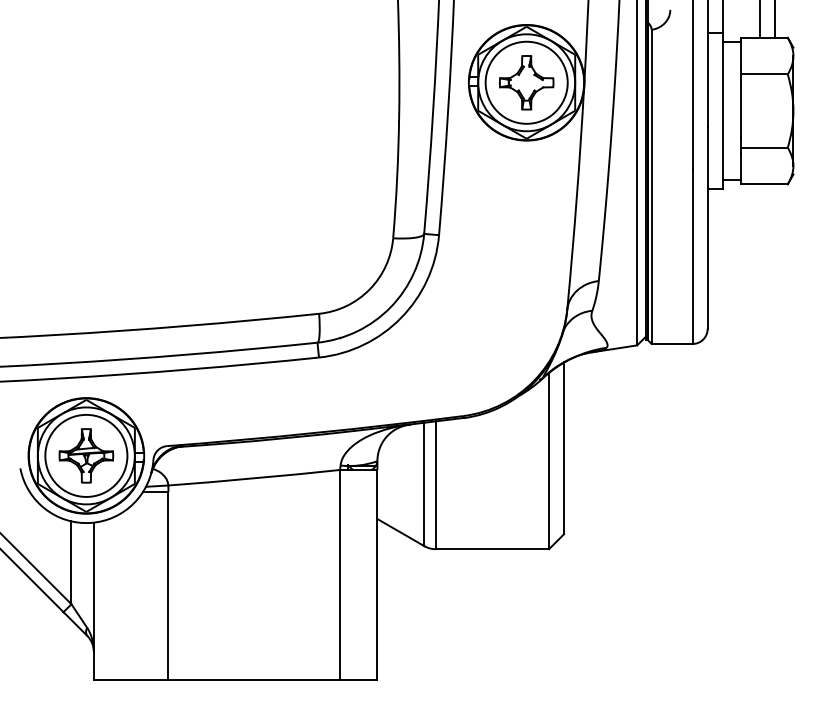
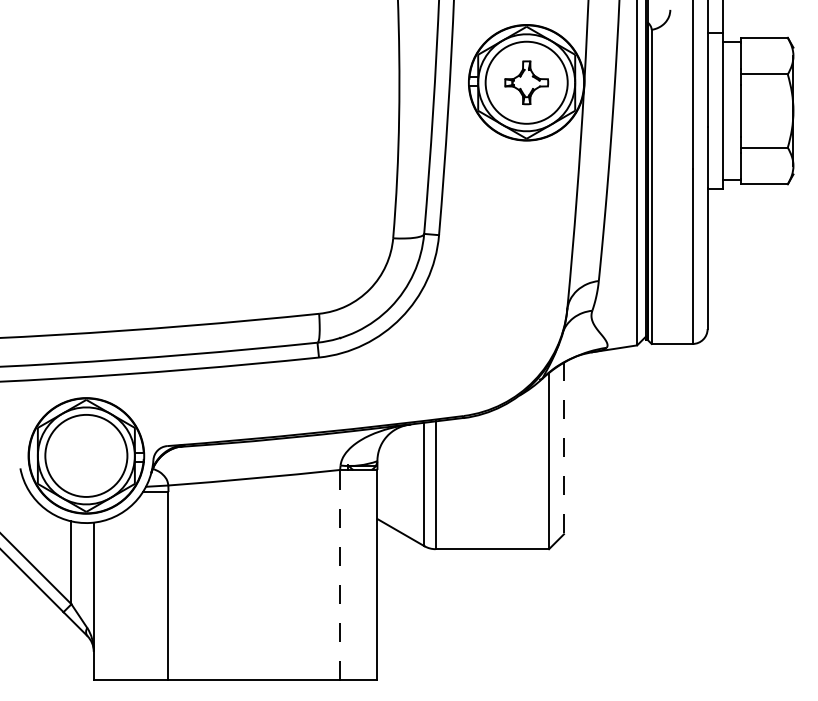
line at (759, 19): present -> none
line at (774, 19): present -> none
part at (526, 82) size: 56x56 px -> 46x46 px
line at (563, 448): solid -> dashed
part at (86, 455): present -> none
line at (340, 574): solid -> dashed
